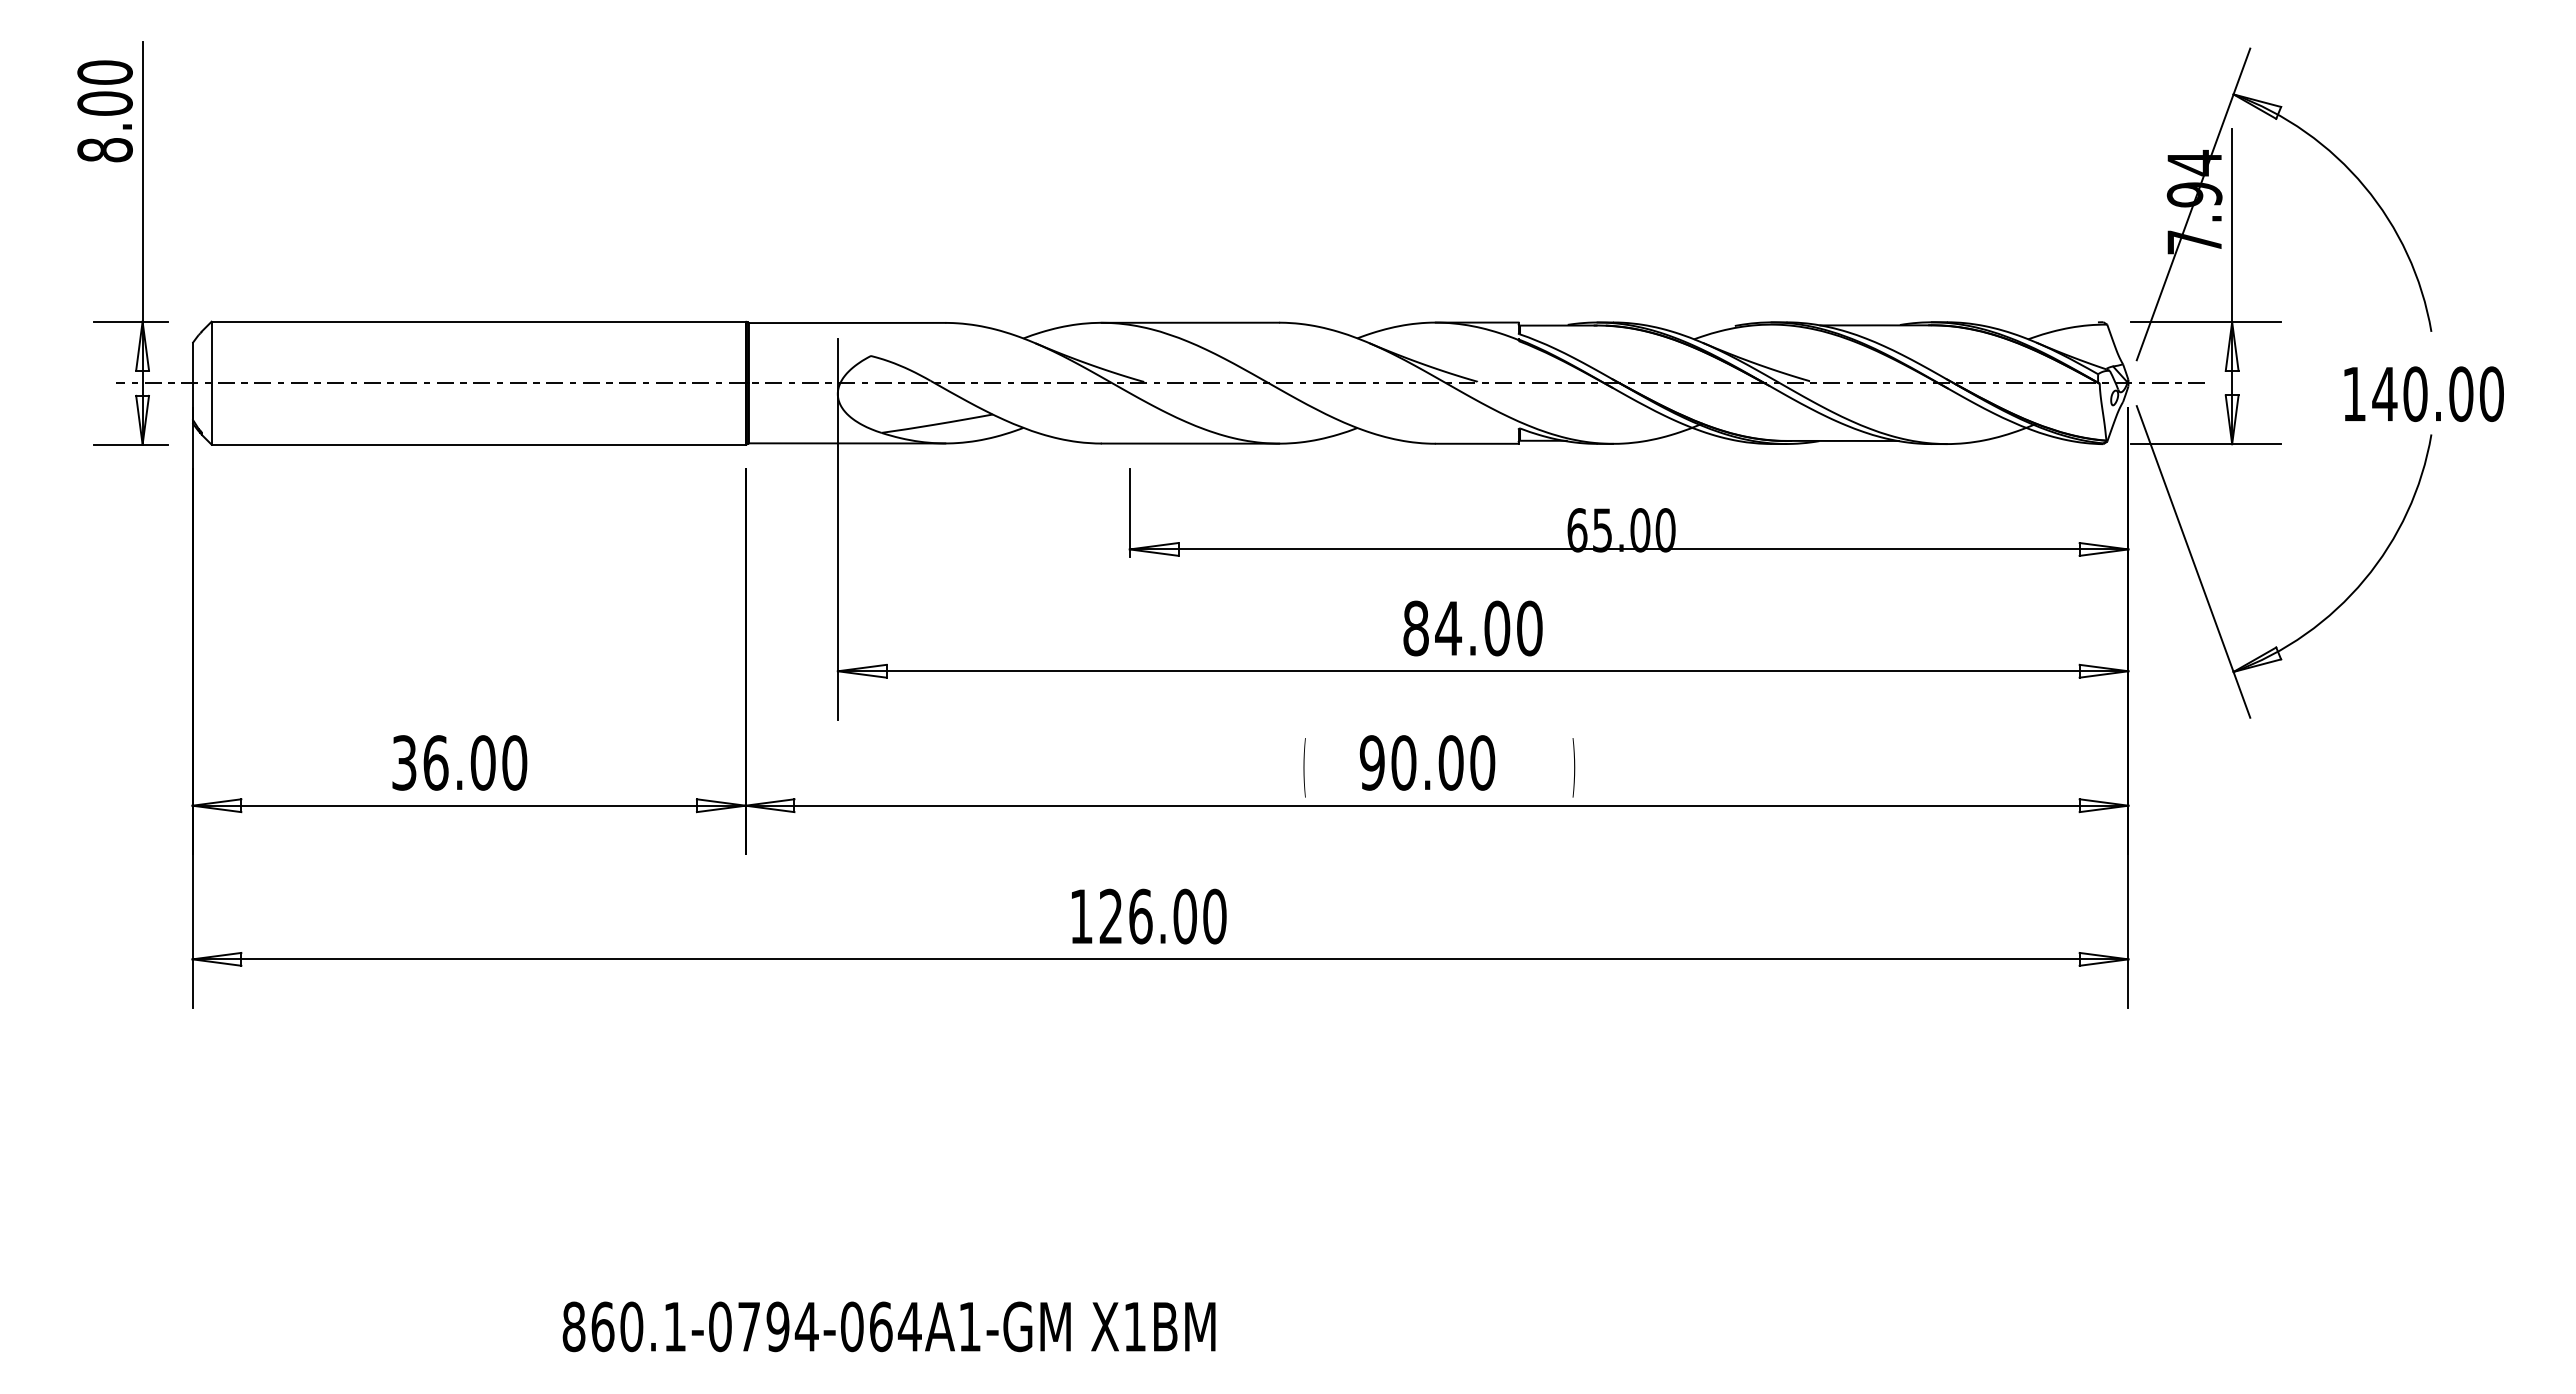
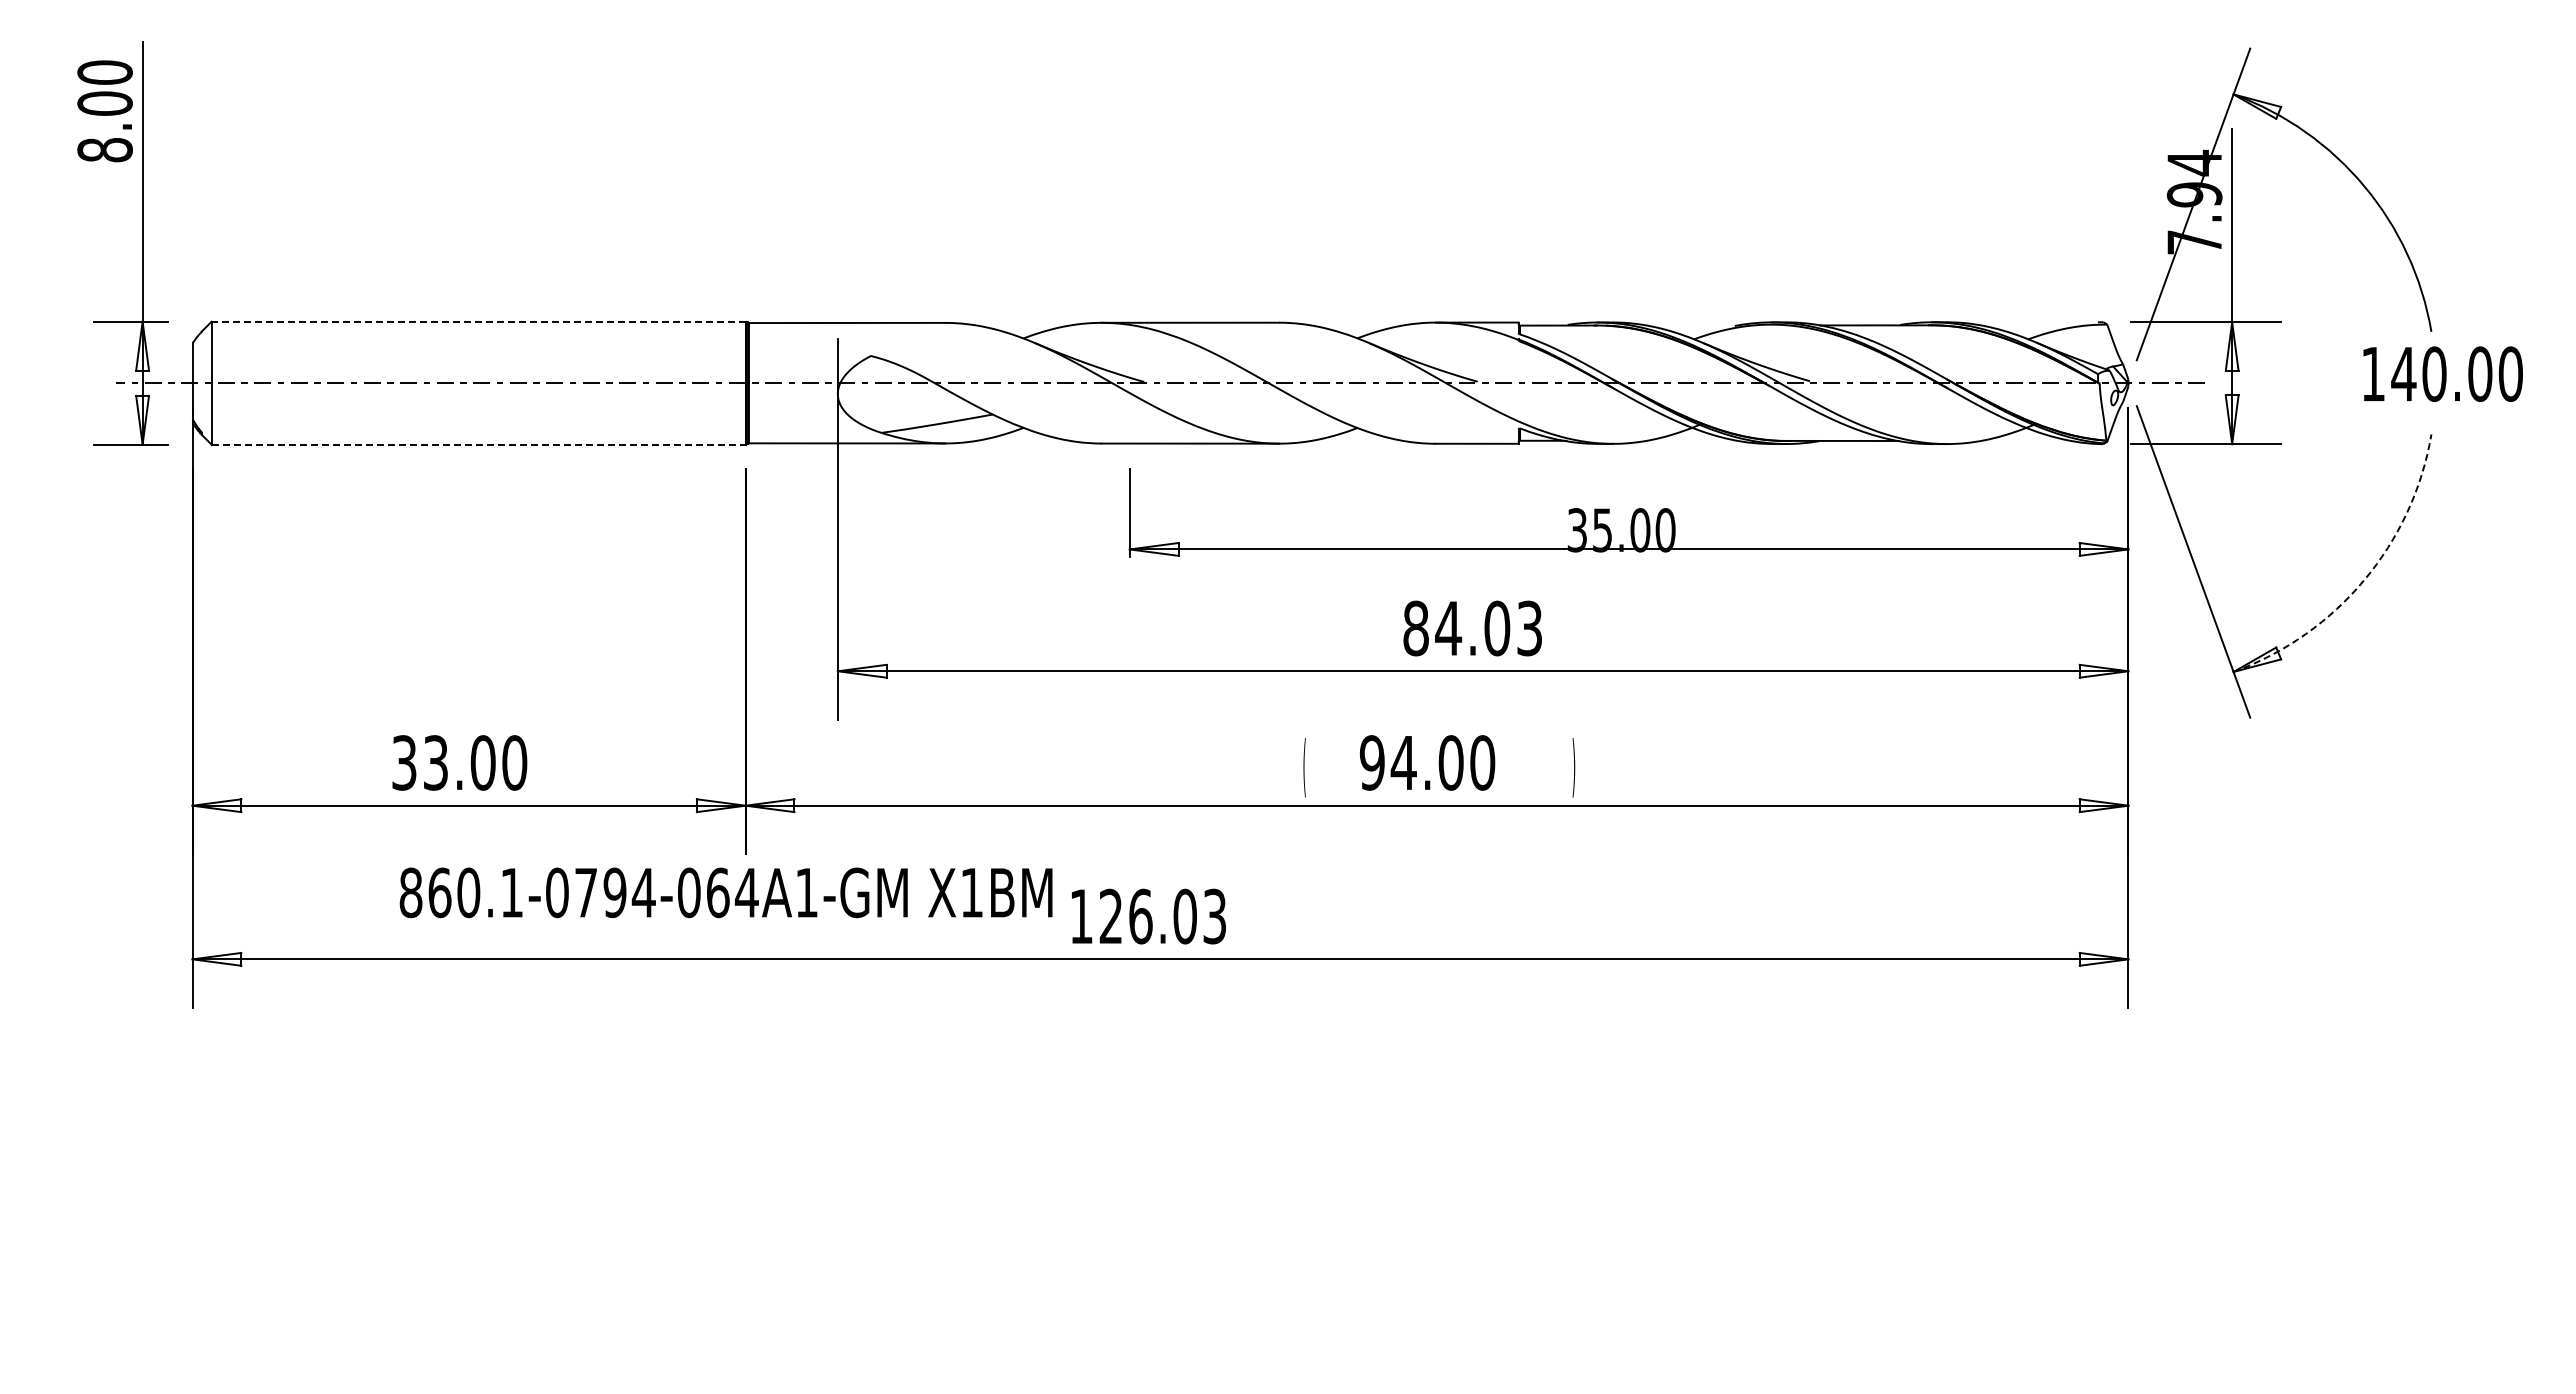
line at (478, 321): solid -> dashed
text at (2423, 393) position: (2423, 393) -> (2442, 373)
line at (479, 444): solid -> dashed
text at (1577, 530): 65.00 -> 35.00
arc at (2364, 579): solid -> dashed
text at (1529, 628): 84.00 -> 84.03
text at (435, 762): 36.00 -> 33.00
text at (1403, 762): 90.00 -> 94.00
text at (1214, 916): 126.00 -> 126.03
text at (888, 1326) position: (888, 1326) -> (725, 892)
